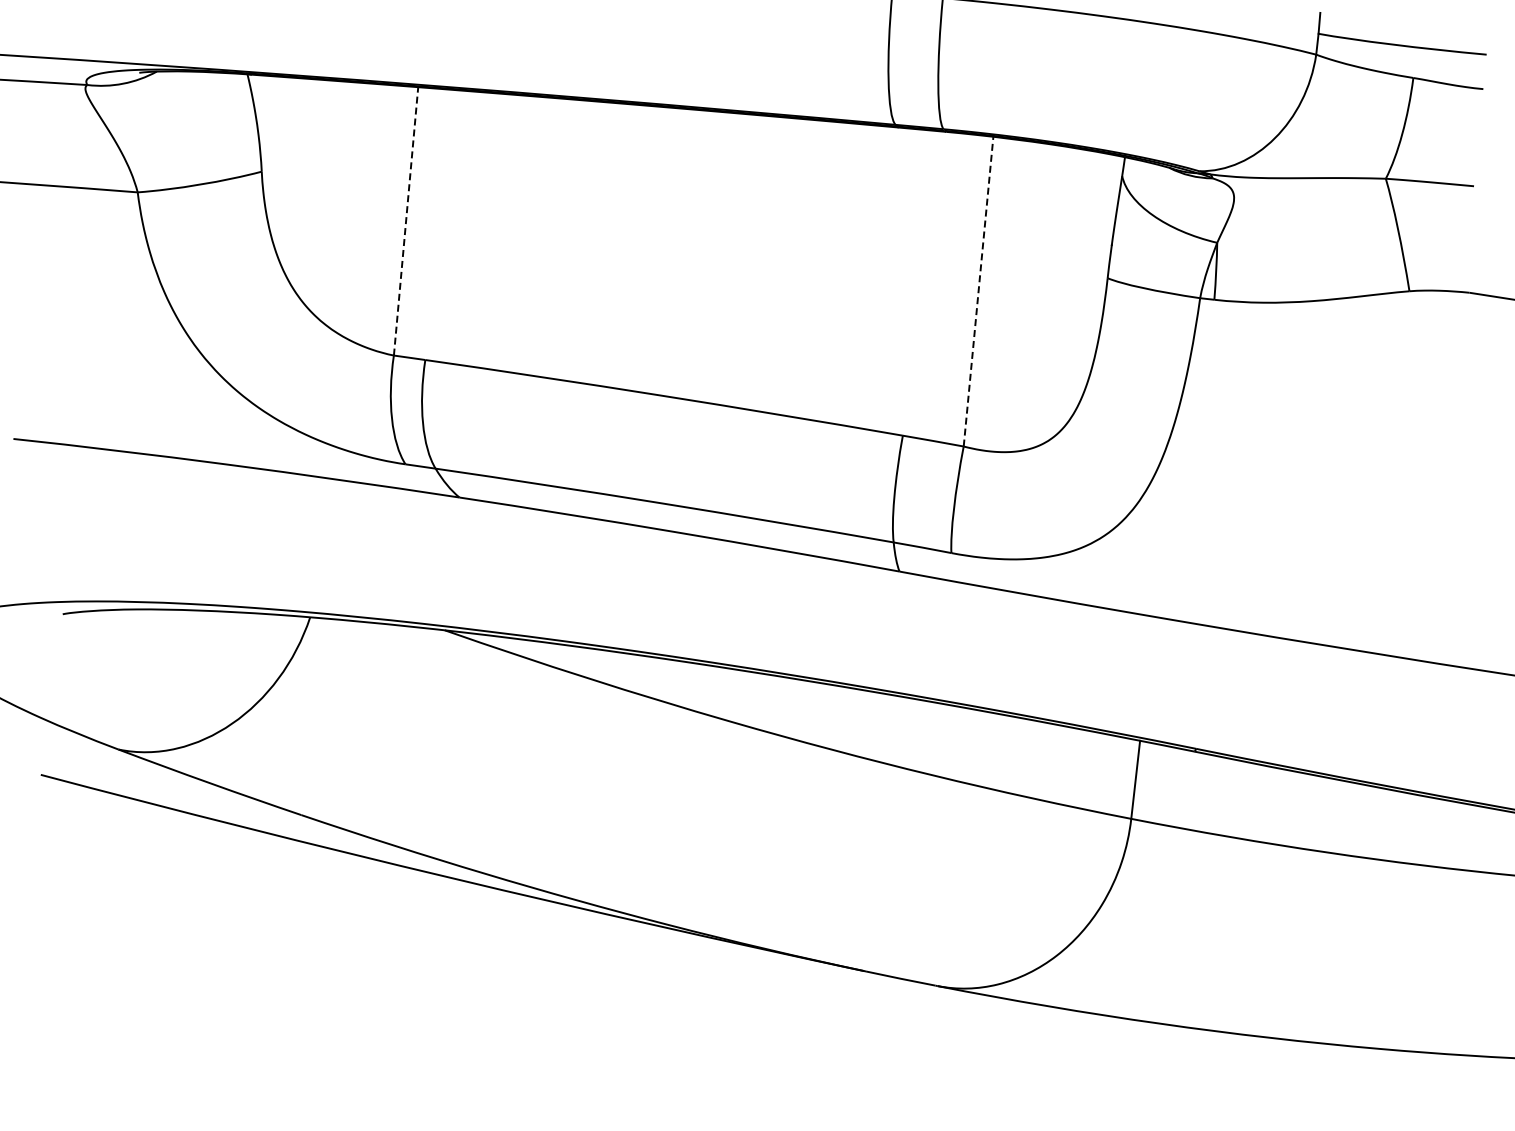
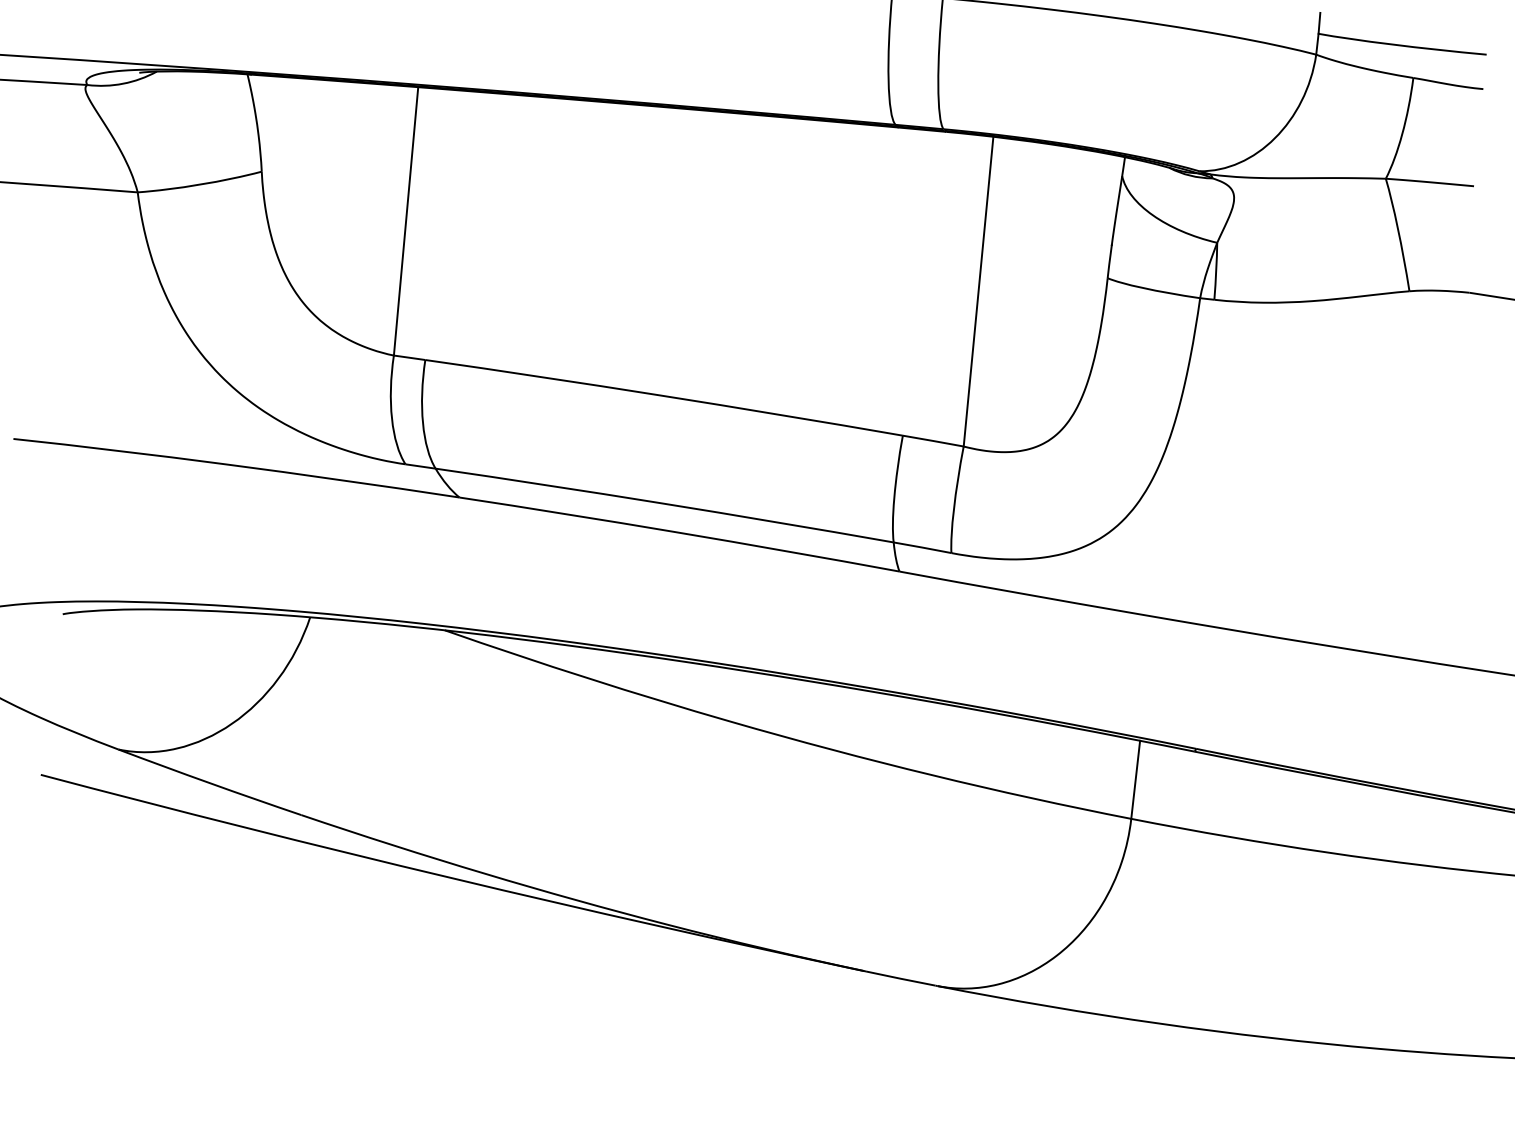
line at (406, 221): dashed -> solid
line at (978, 291): dashed -> solid
